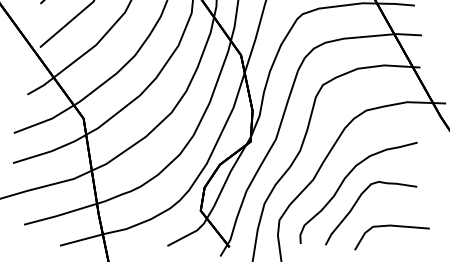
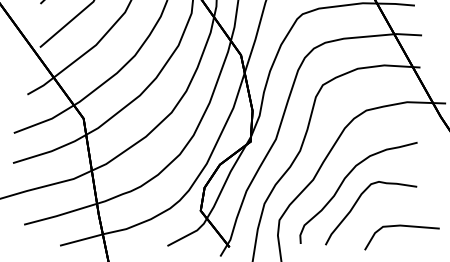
line at (391, 226) position: (391, 226) -> (401, 226)
